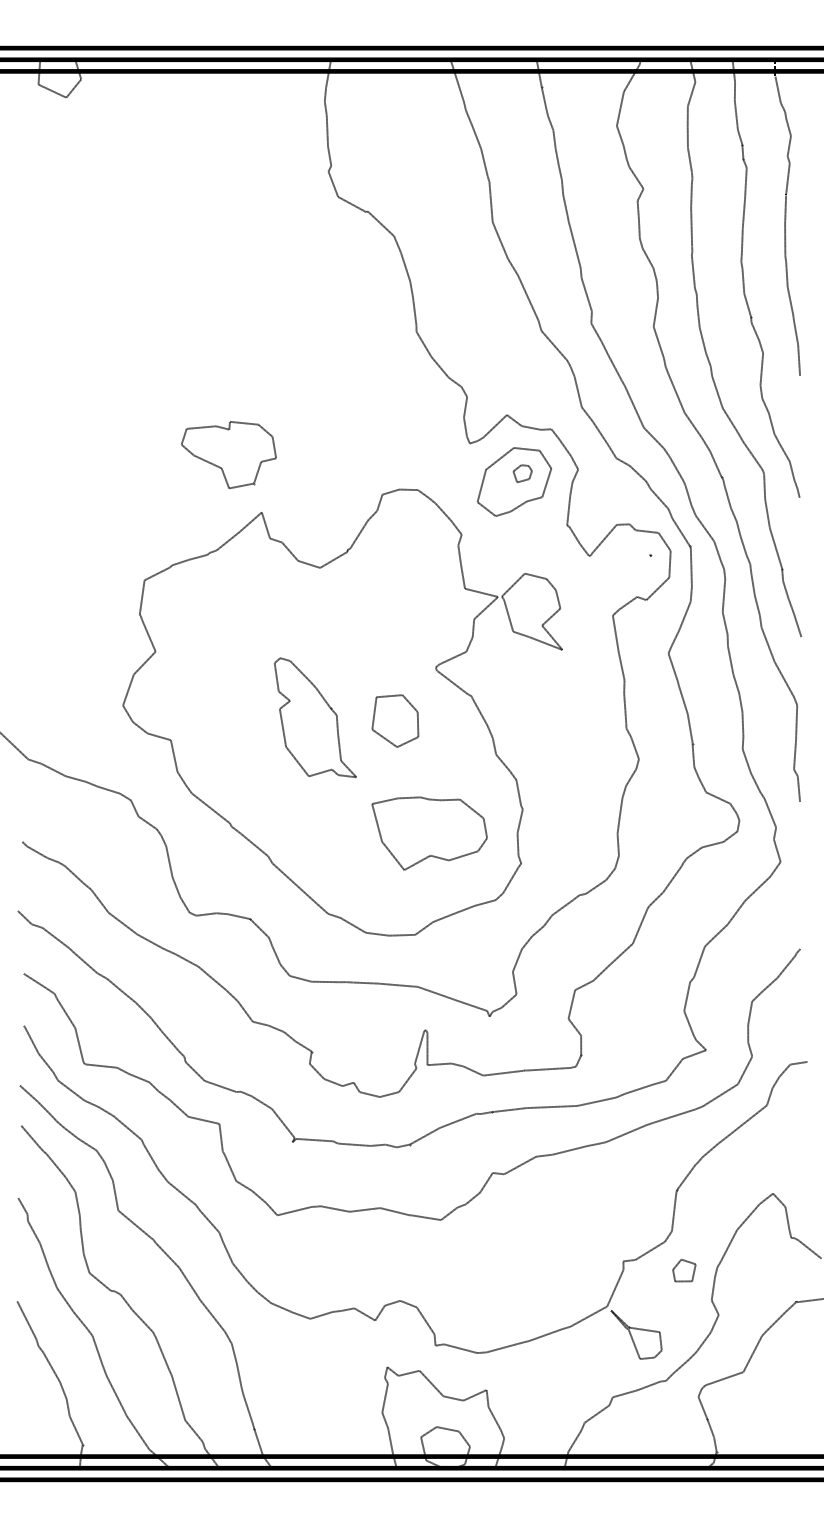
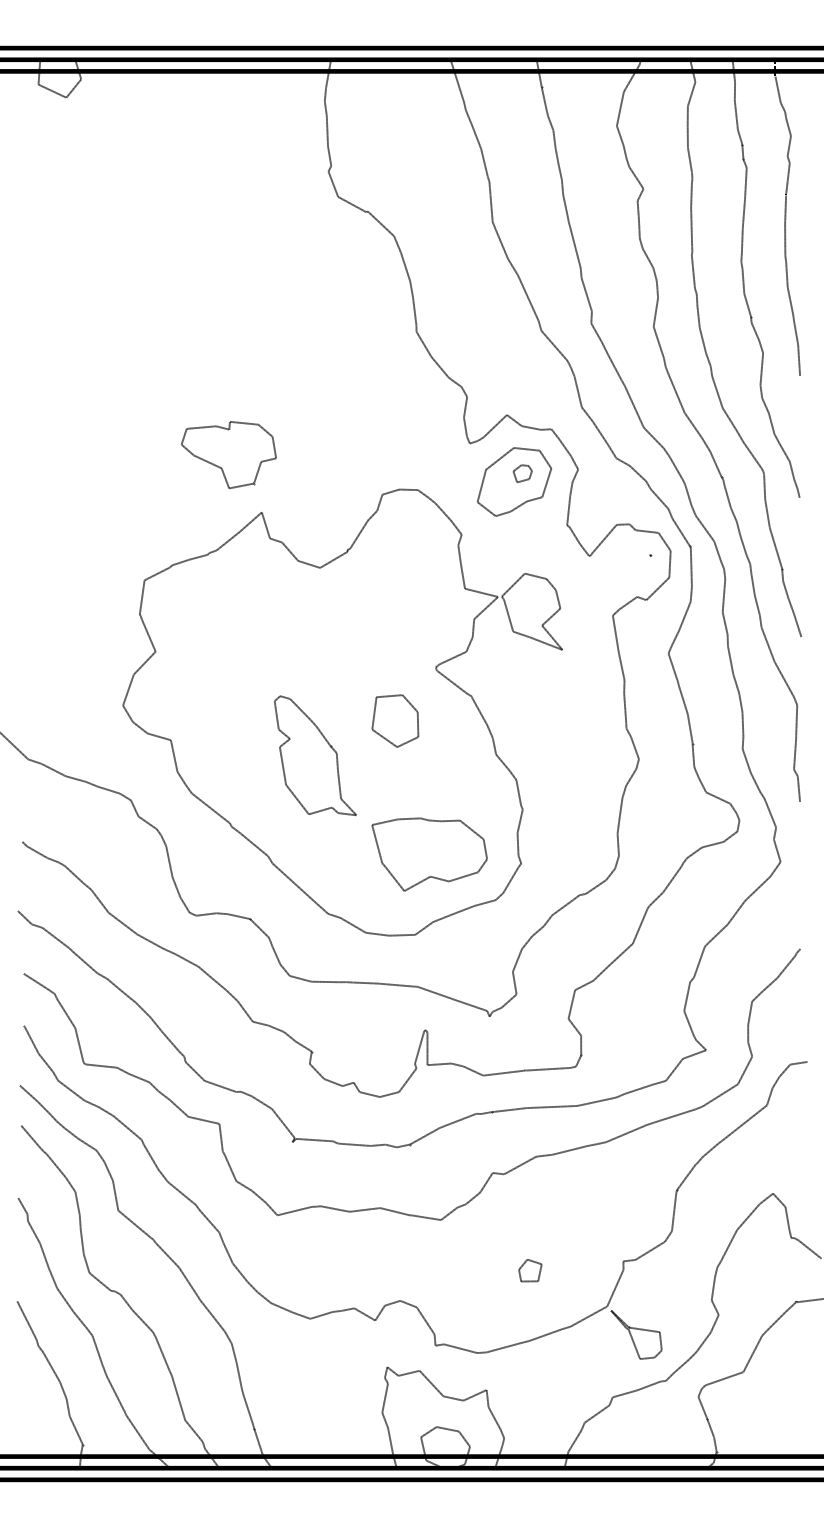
part at (315, 717) position: (315, 717) -> (315, 755)
part at (429, 833) position: (429, 833) -> (429, 854)
part at (684, 1270) position: (684, 1270) -> (530, 1270)
